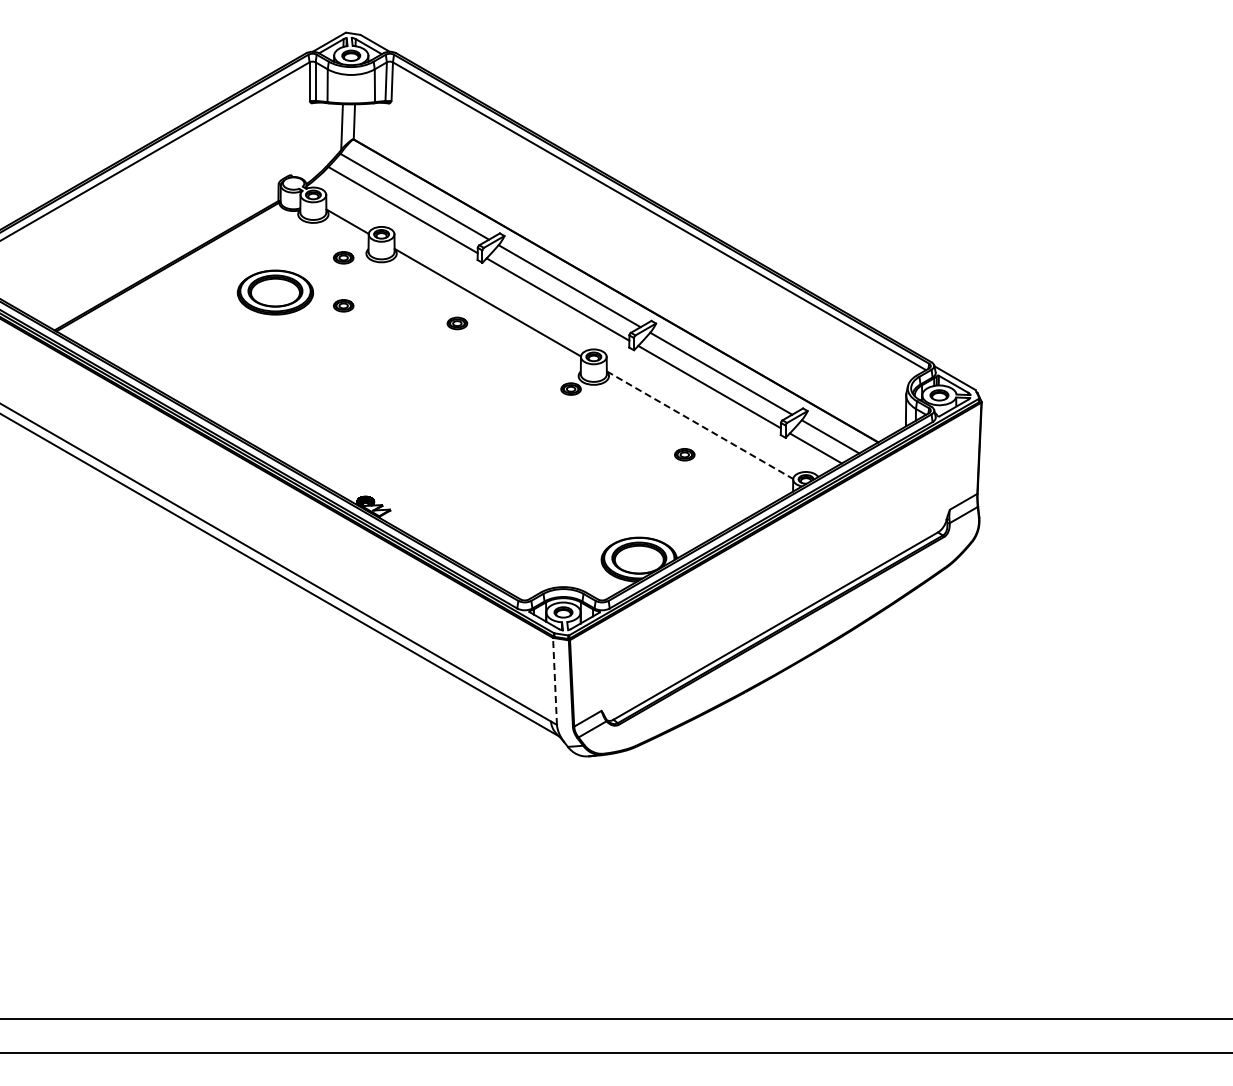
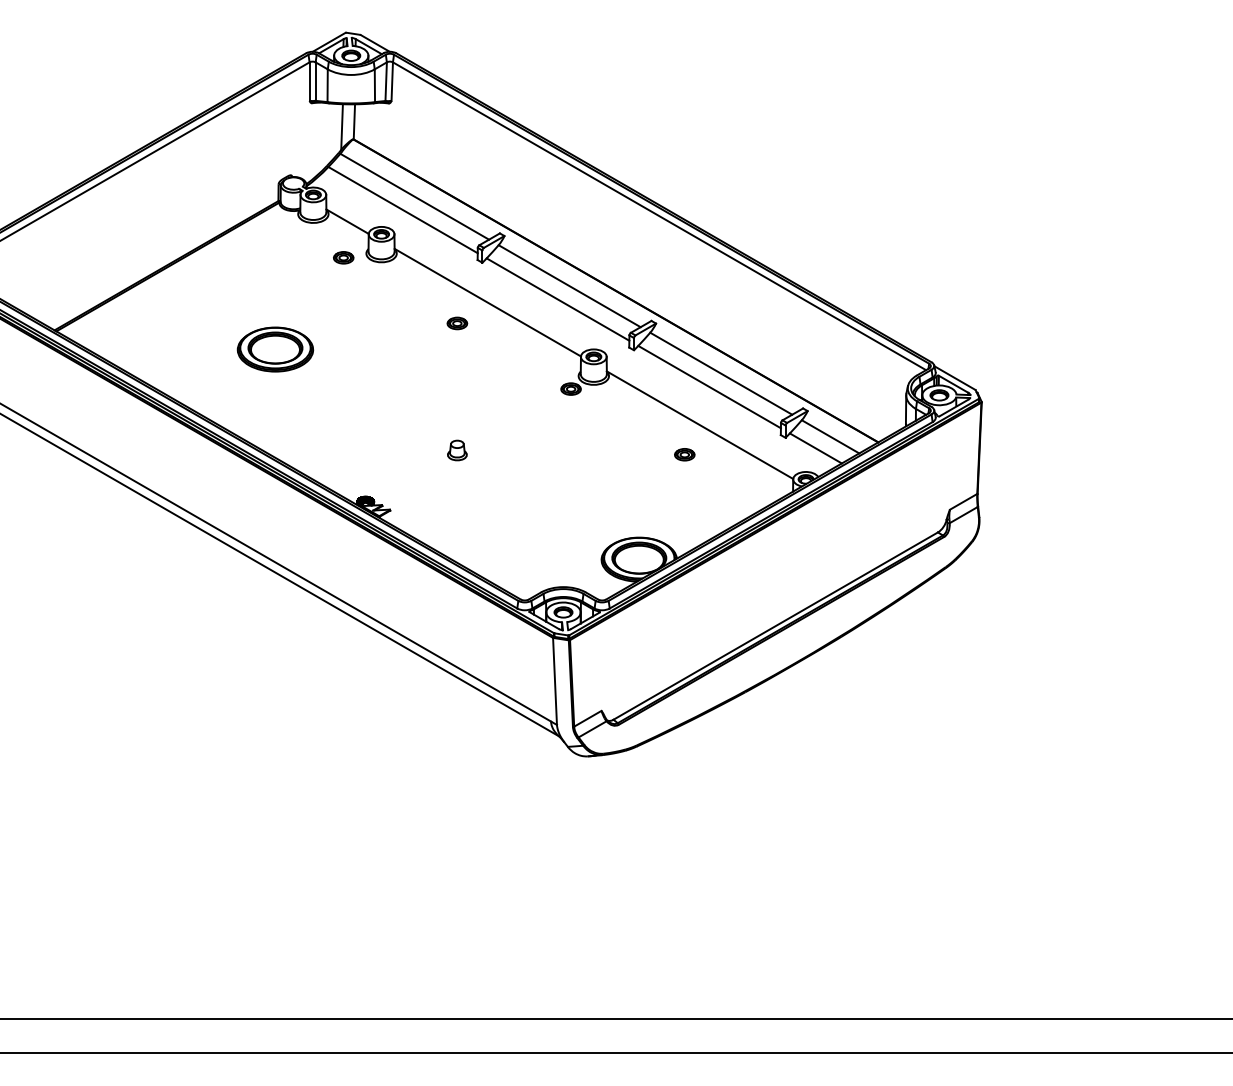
part at (275, 292) position: (275, 292) -> (275, 349)
part at (343, 305): present -> none
line at (700, 425): dashed -> solid
part at (457, 450): none -> present
line at (555, 681): dashed -> solid
